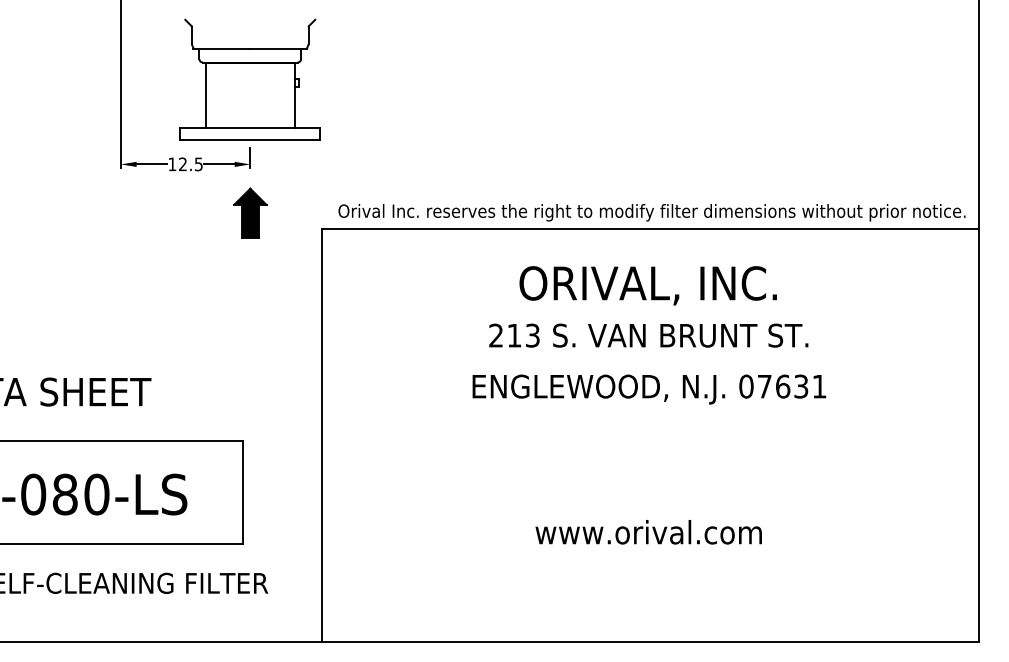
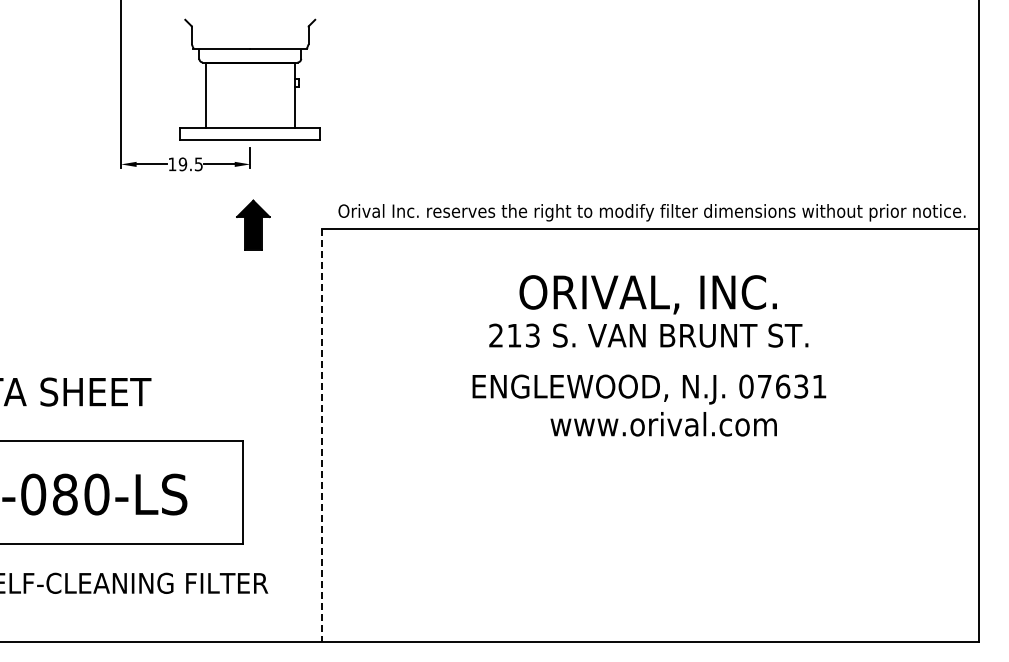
text at (182, 164): 12.5 -> 19.5
part at (250, 212) position: (250, 212) -> (253, 224)
text at (647, 285) position: (647, 285) -> (647, 294)
line at (321, 436): solid -> dashed
text at (648, 532) position: (648, 532) -> (663, 424)
